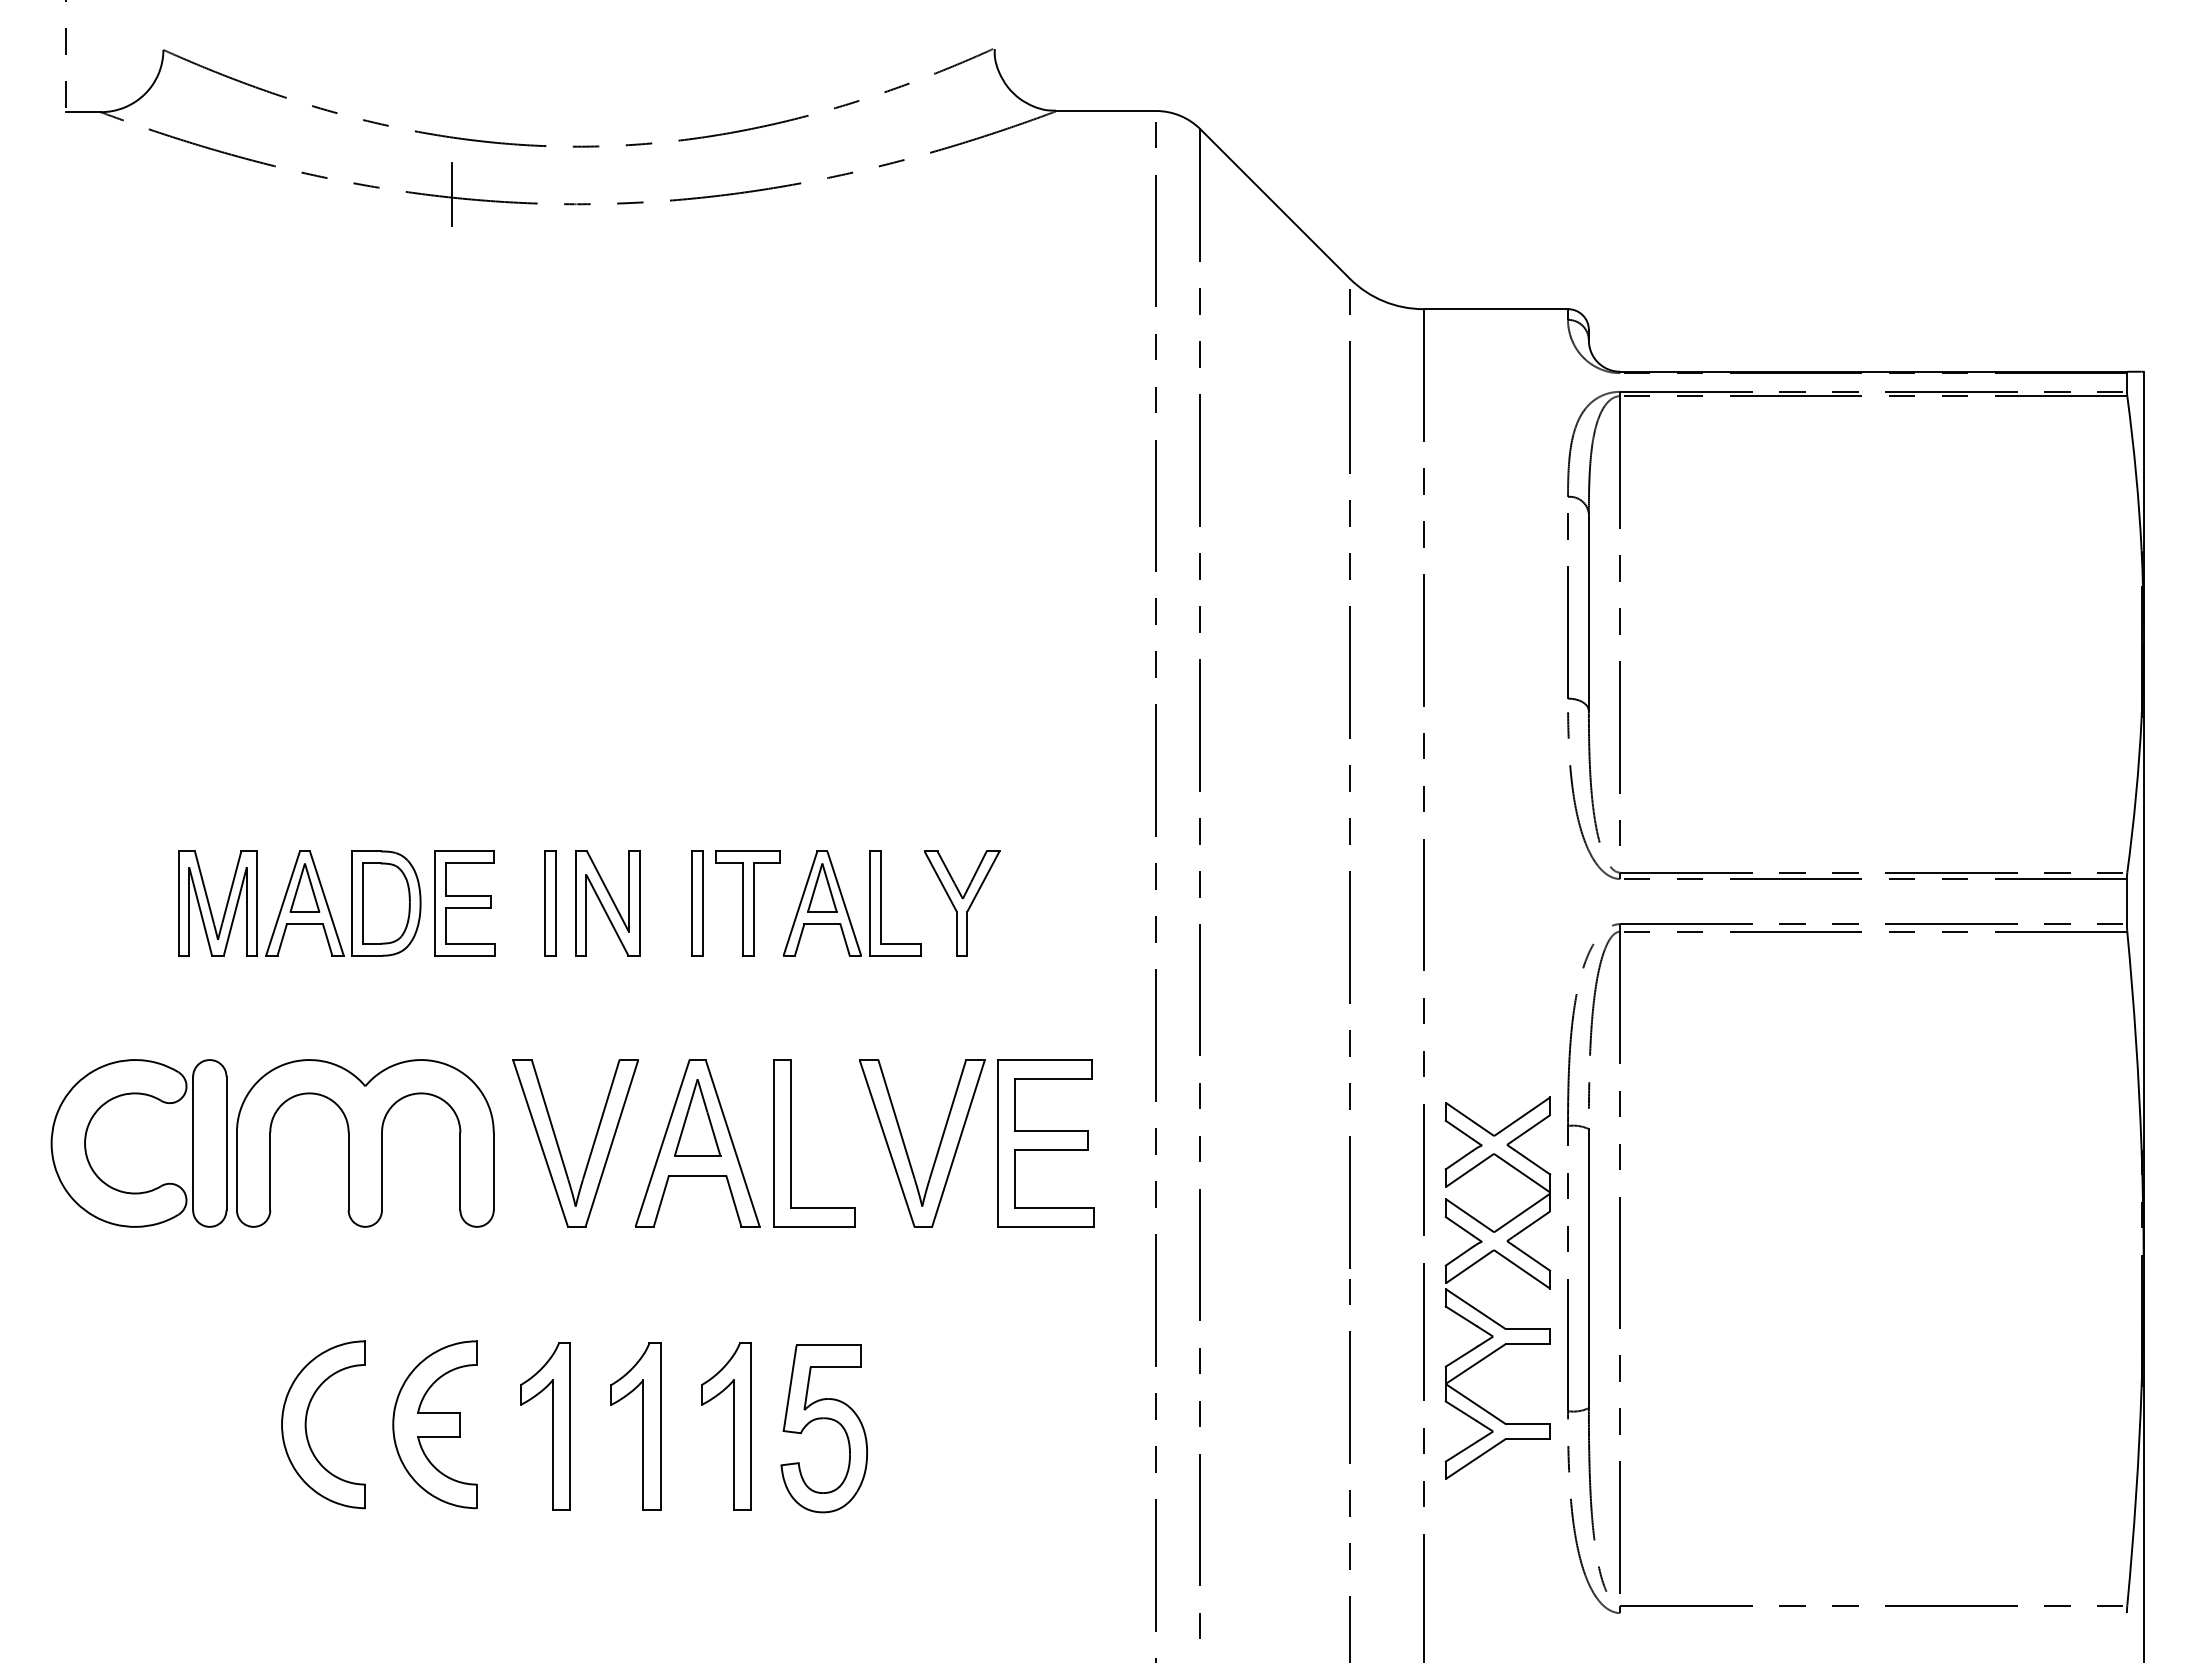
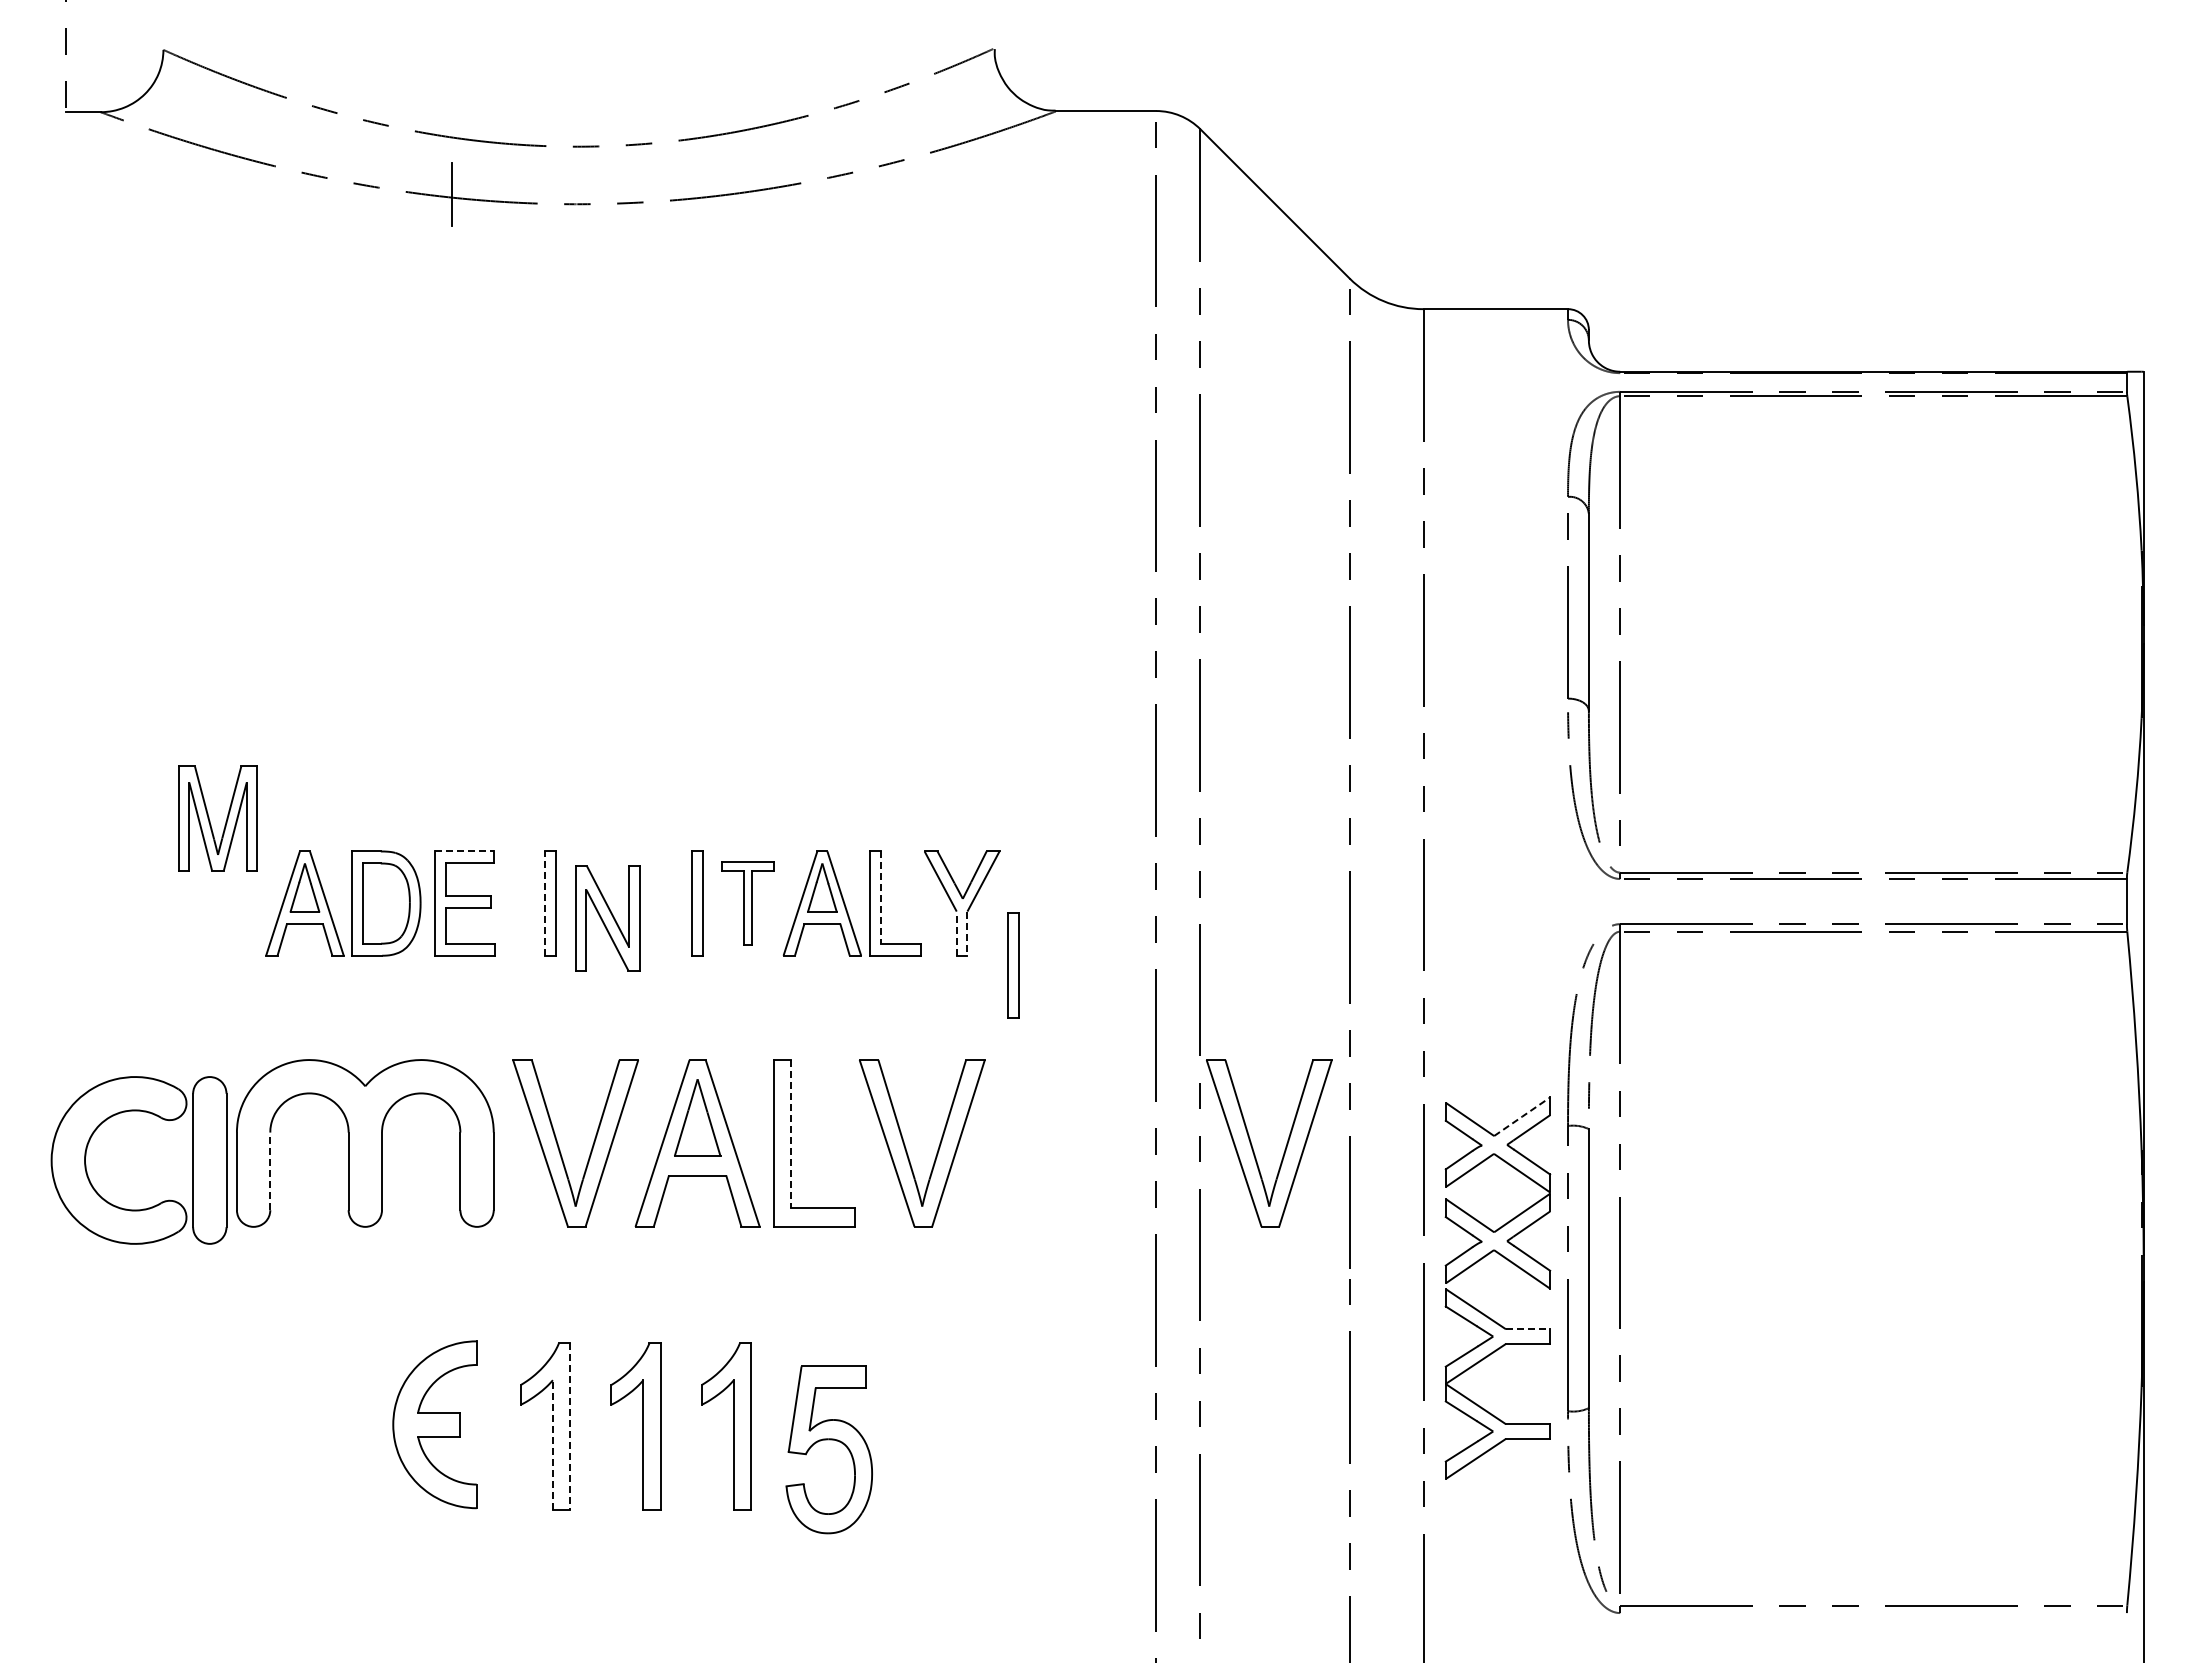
line at (465, 851): solid -> dashed
line at (880, 898): solid -> dashed
line at (544, 903): solid -> dashed
part at (607, 903) position: (607, 903) -> (607, 918)
part at (747, 903) size: 66x107 px -> 54x85 px
part at (210, 905) position: (210, 905) -> (210, 820)
line at (956, 933): solid -> dashed
line at (967, 934): solid -> dashed
part at (1013, 965): none -> present
line at (1522, 1116): solid -> dashed
line at (790, 1133): solid -> dashed
part at (1045, 1143): present -> none
part at (1284, 1149): none -> present
line at (270, 1171): solid -> dashed
part at (161, 1184) position: (161, 1184) -> (161, 1201)
line at (1528, 1329): solid -> dashed
part at (823, 1419) position: (823, 1419) -> (828, 1440)
part at (306, 1424): present -> none
line at (570, 1427): solid -> dashed
line at (552, 1444): solid -> dashed
